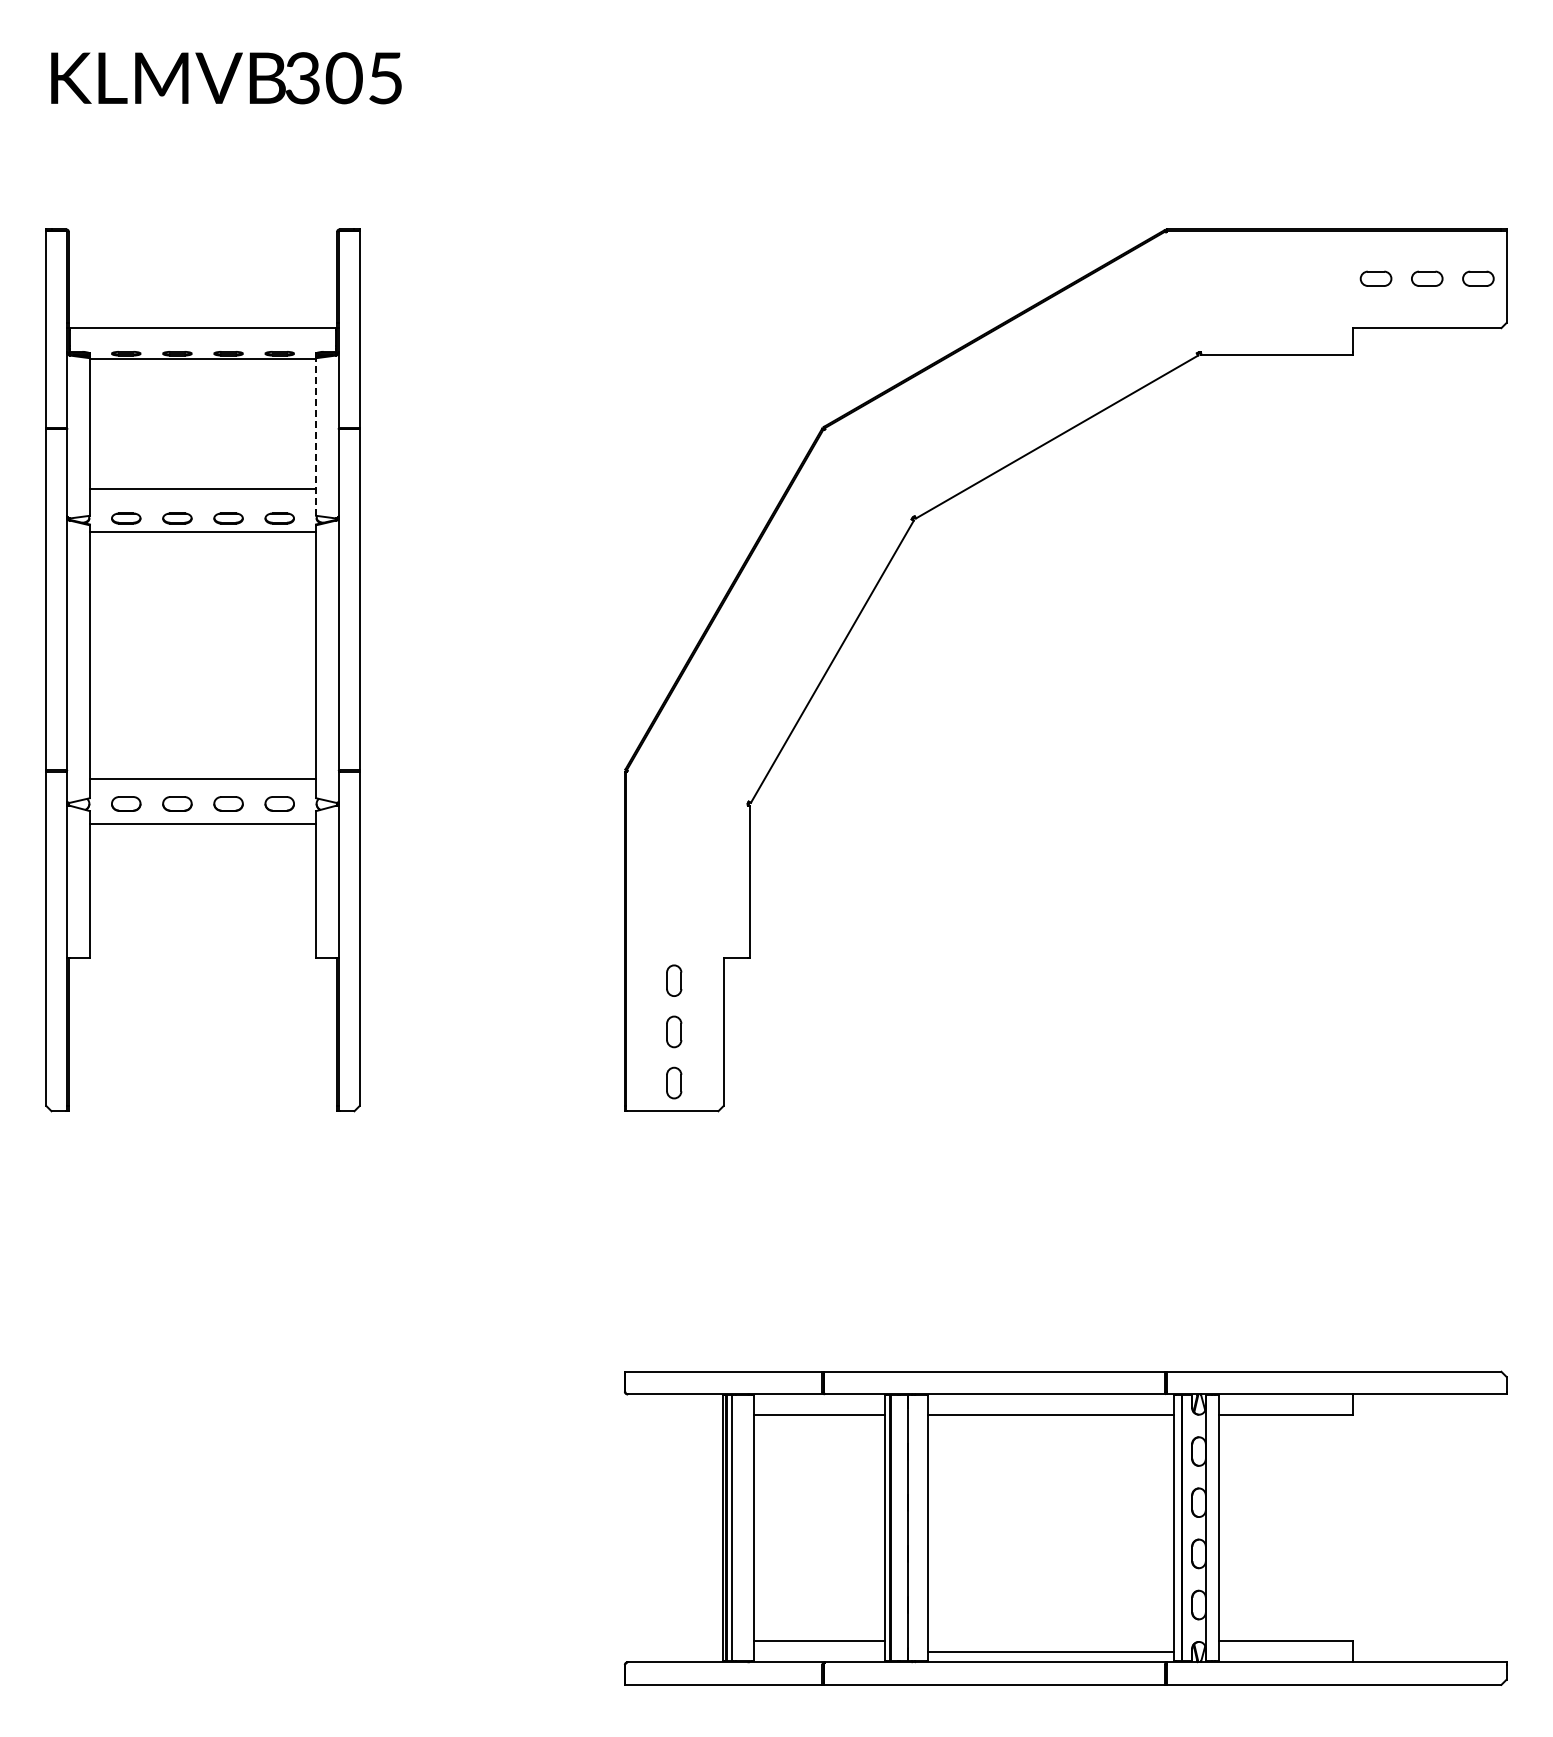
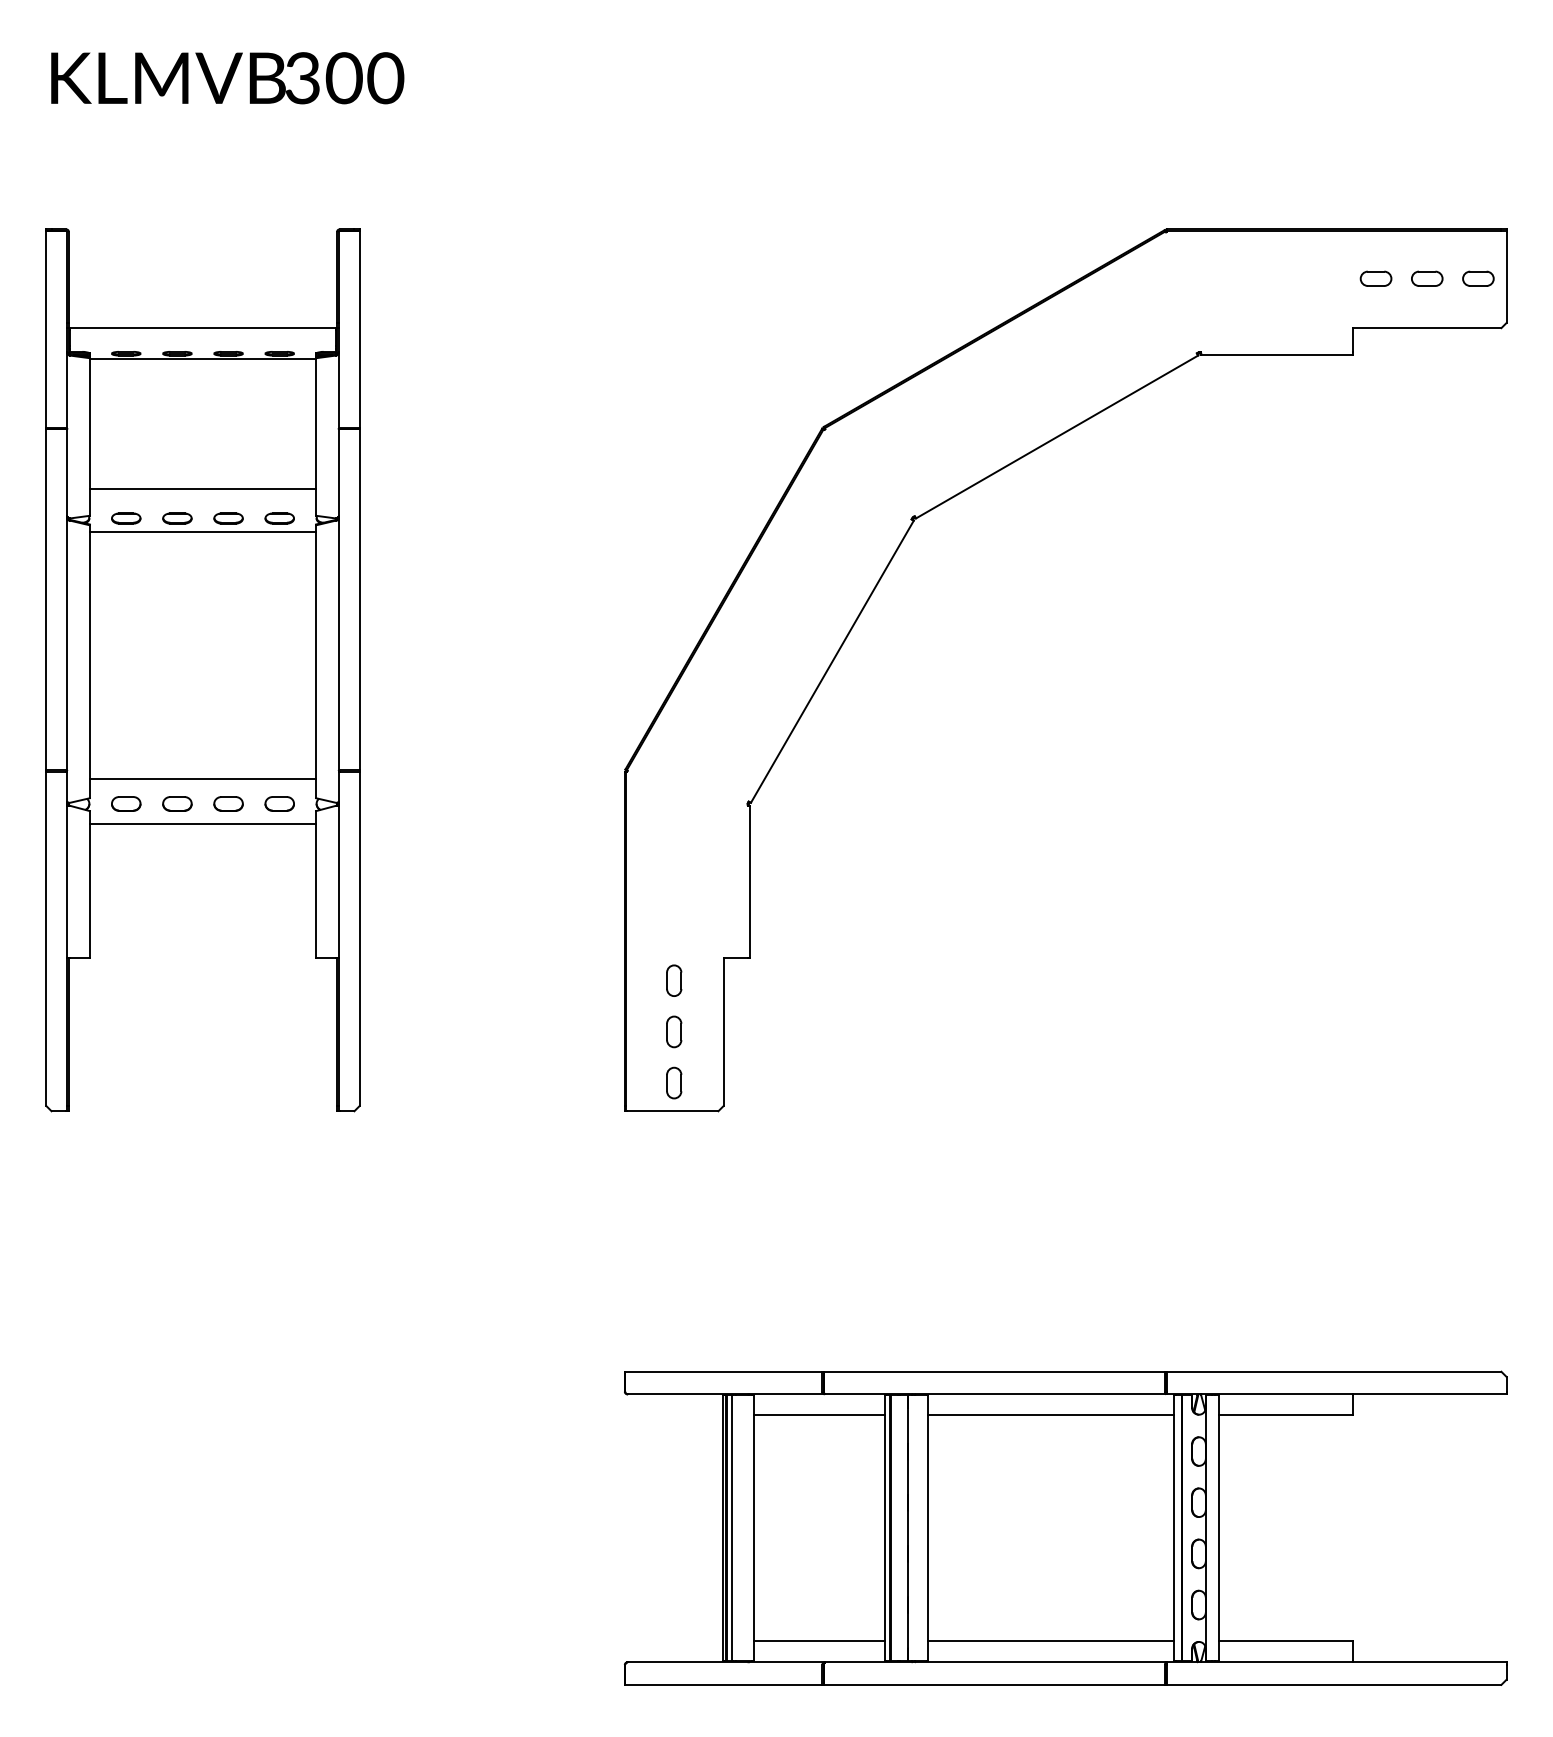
text at (385, 78): 305 -> 300
line at (316, 437): dashed -> solid
line at (1050, 1652) position: (1050, 1652) -> (1050, 1641)
